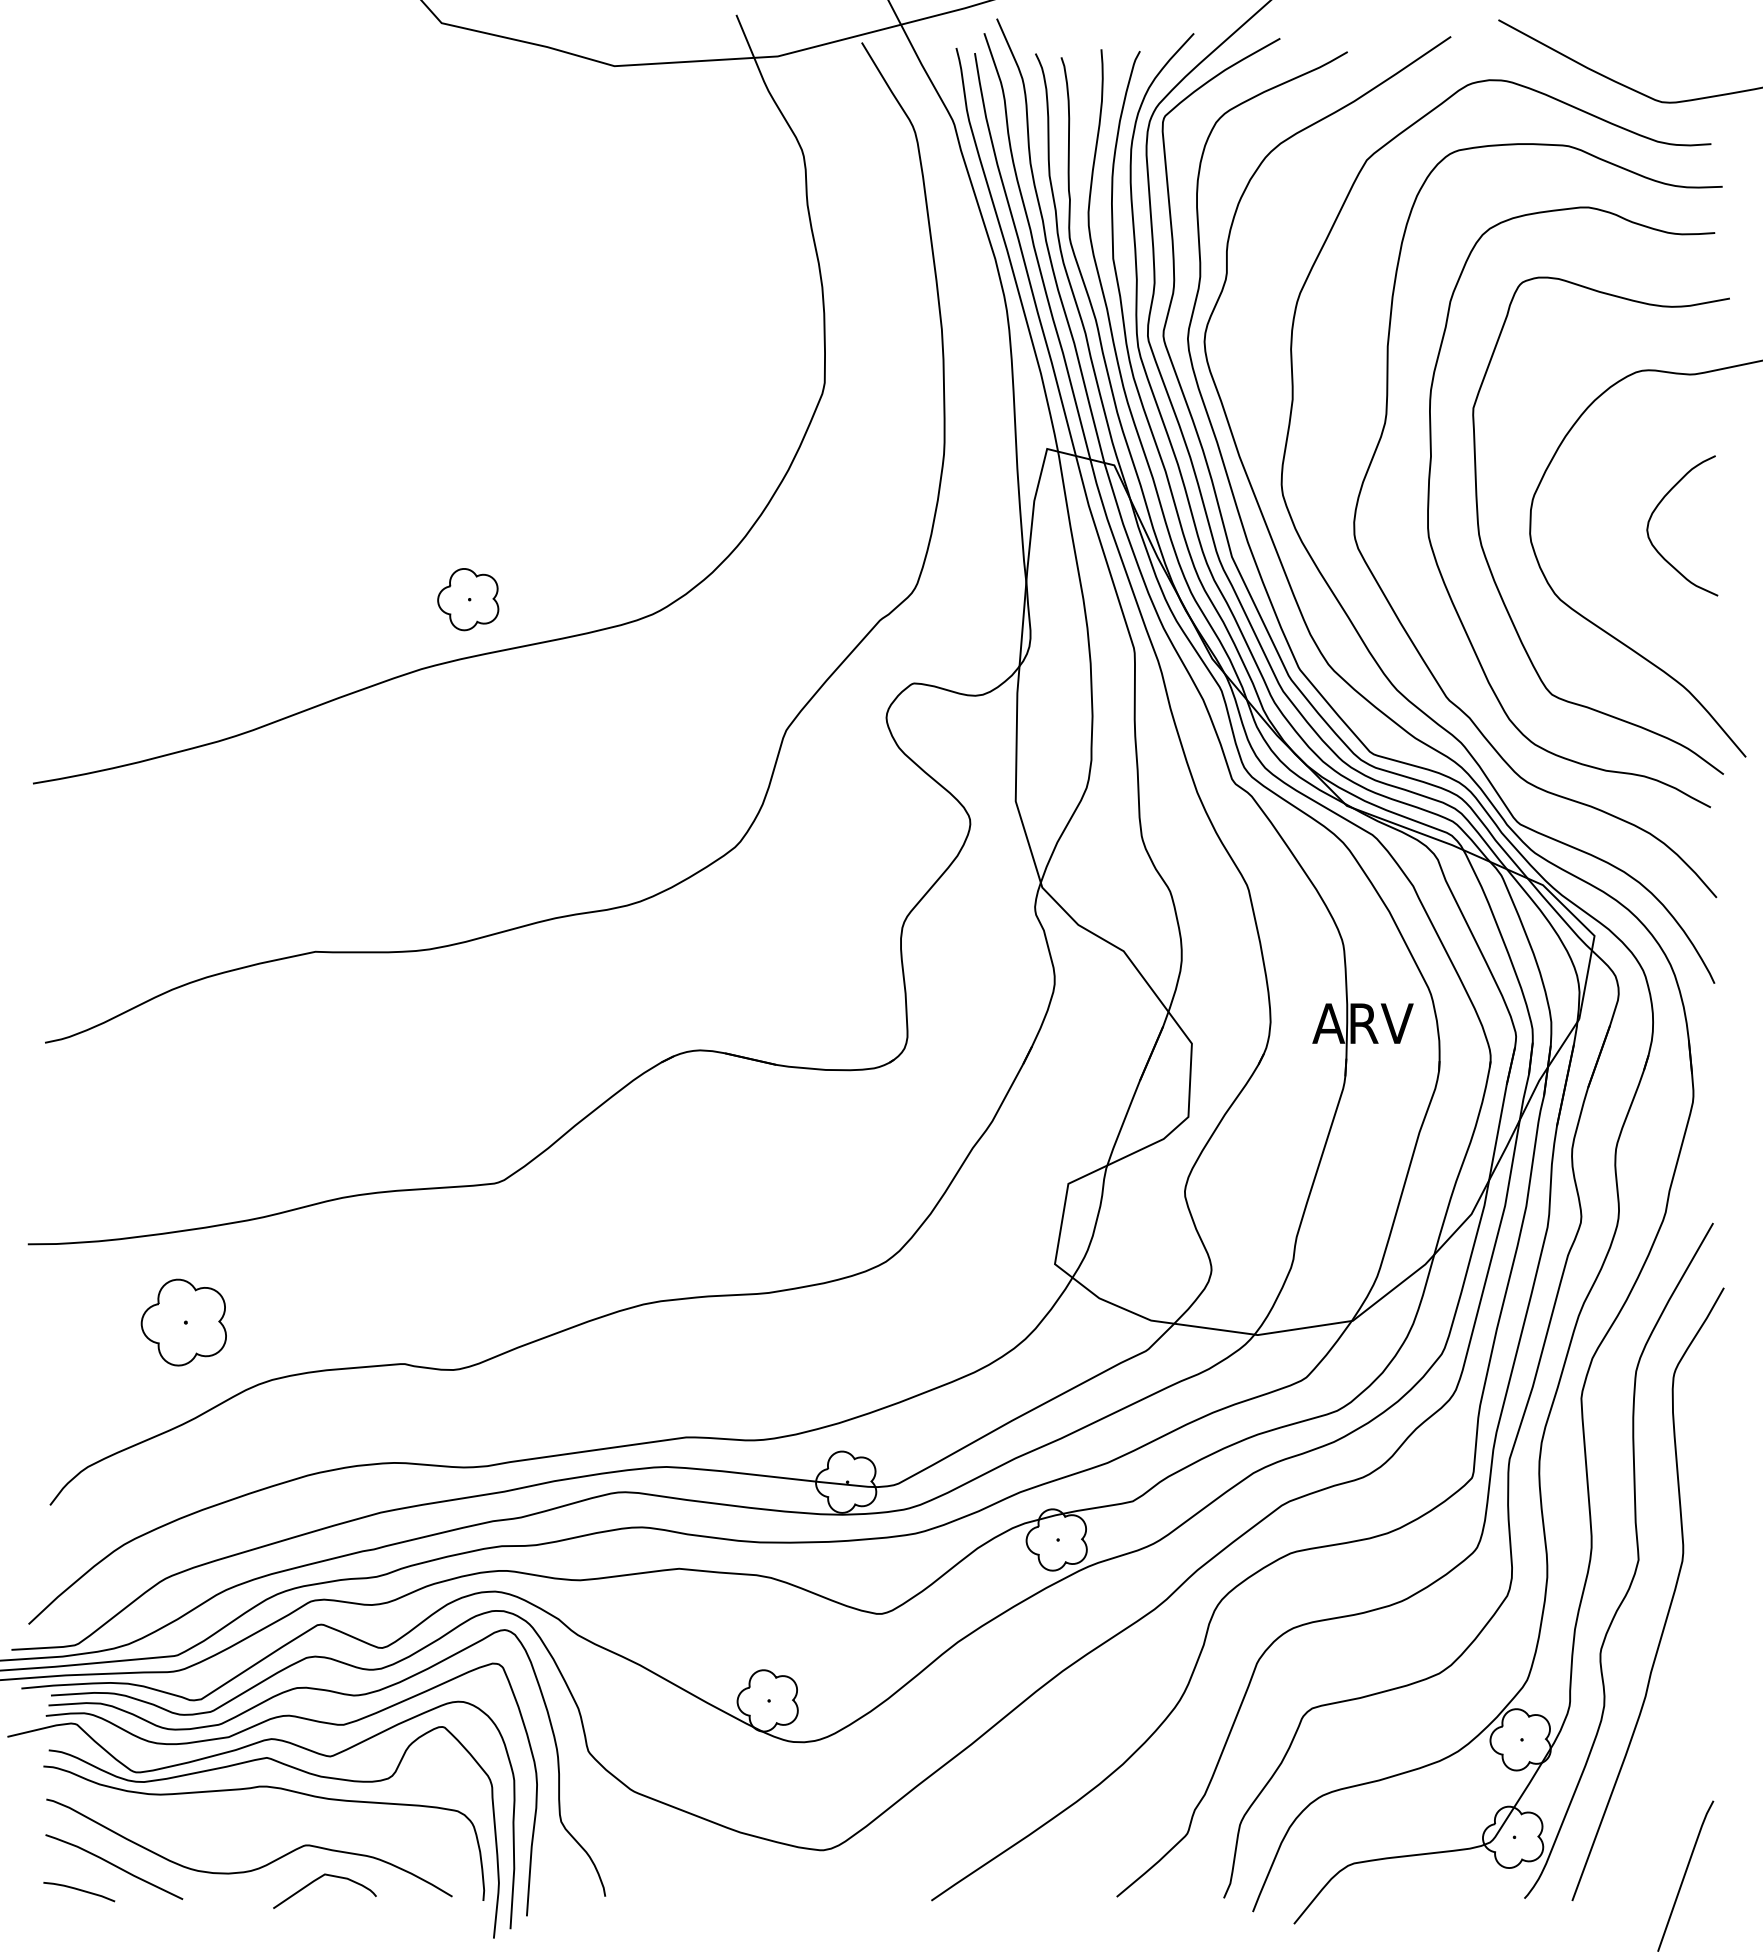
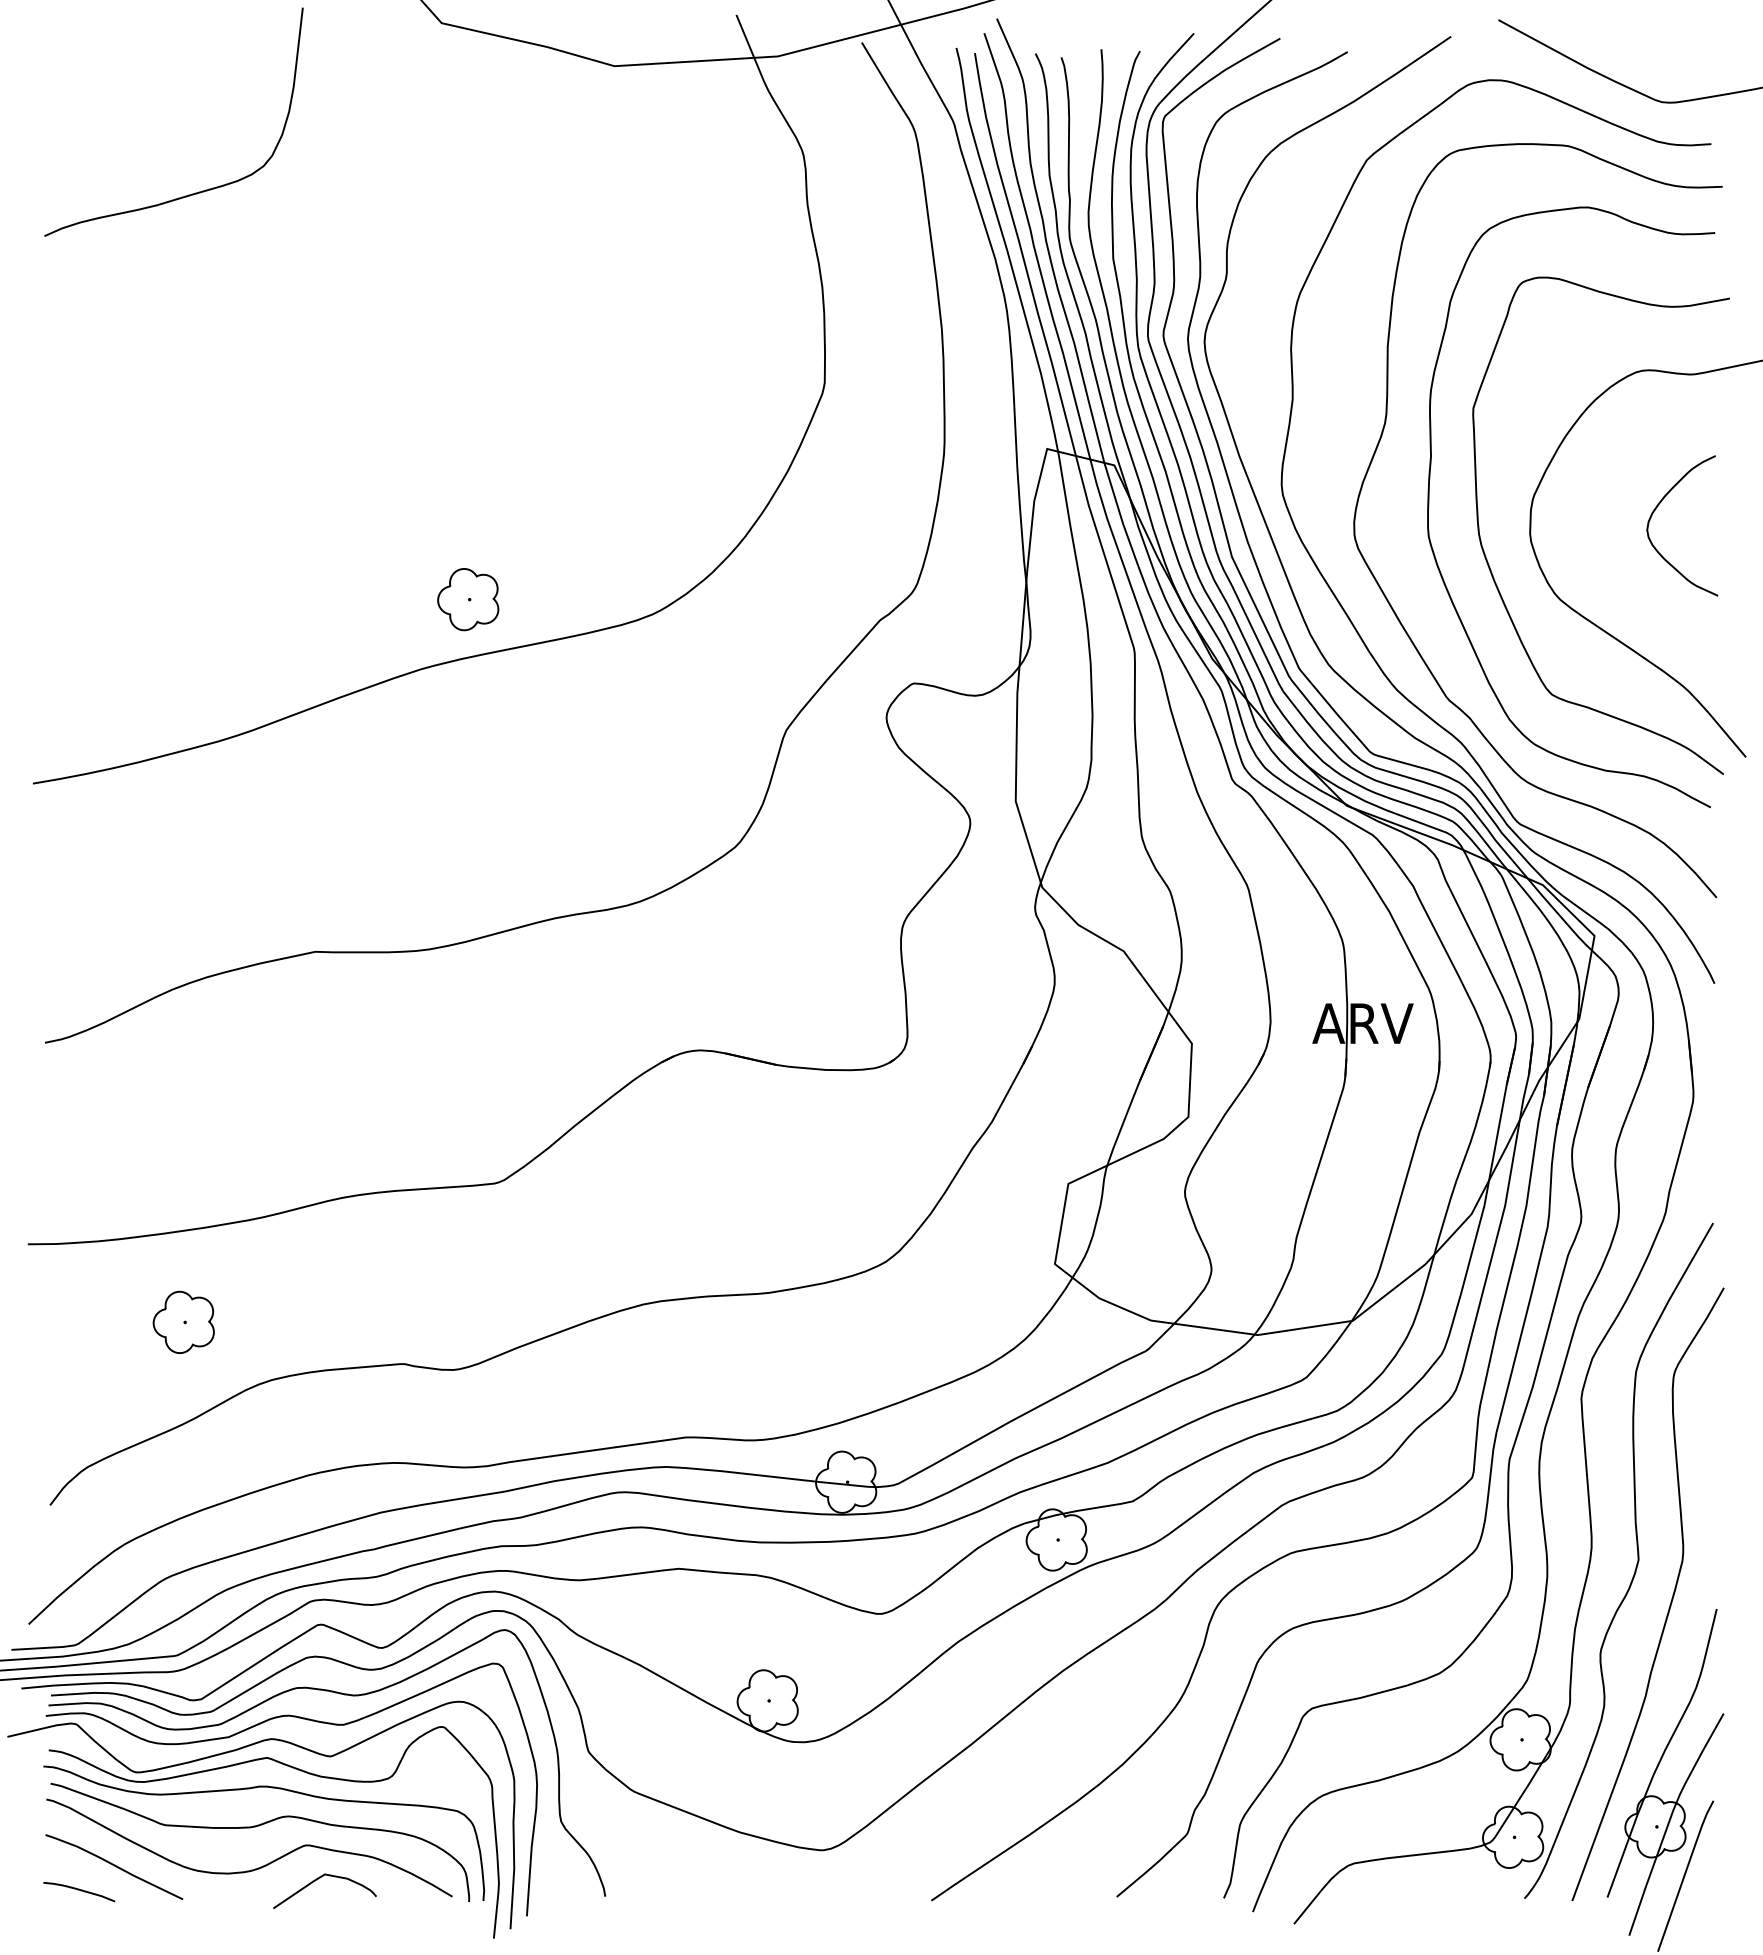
curve at (191, 193): none -> present
part at (183, 1322) size: 87x89 px -> 63x64 px
part at (1657, 1769): none -> present
curve at (255, 1827): none -> present
